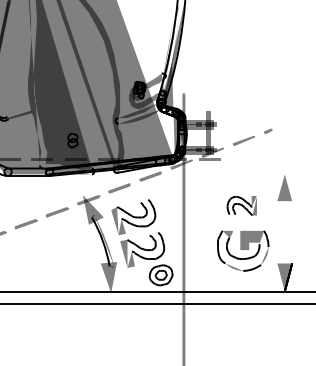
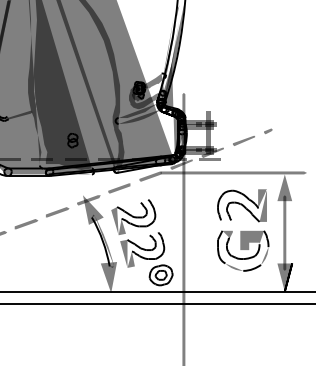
fill at (233, 172): none -> present
part at (241, 205) size: 31x20 px -> 50x34 px
fill at (284, 232): none -> present
